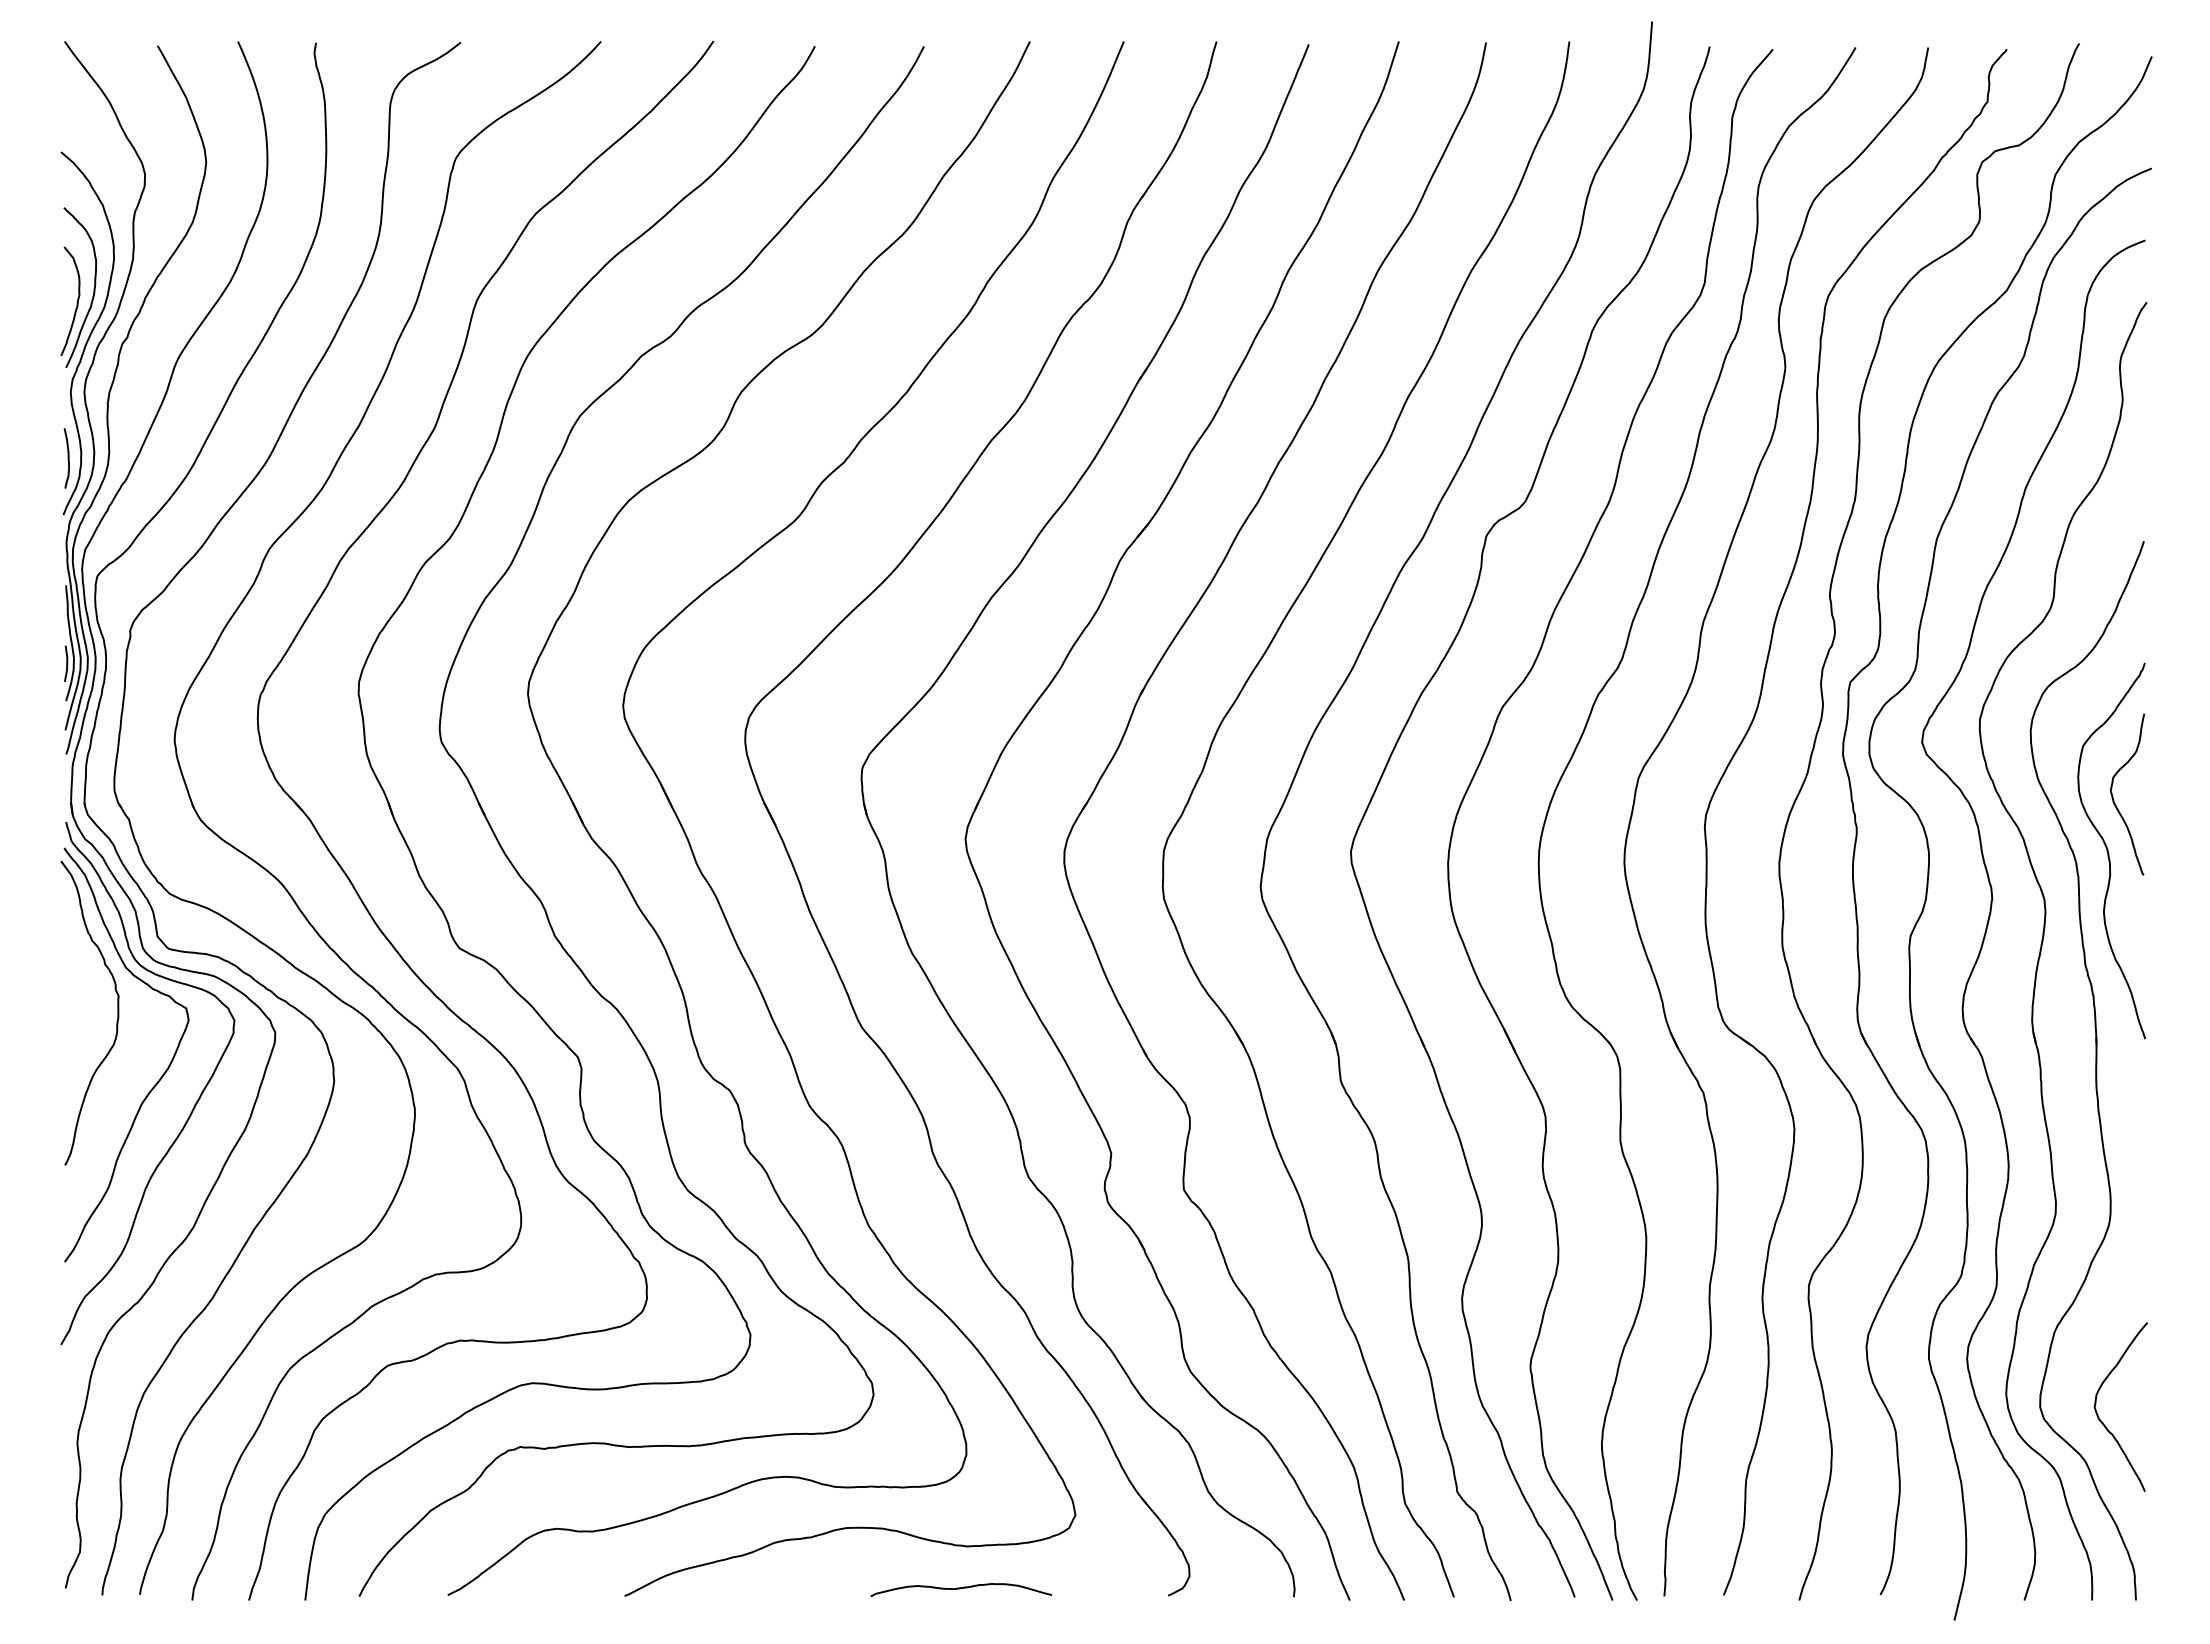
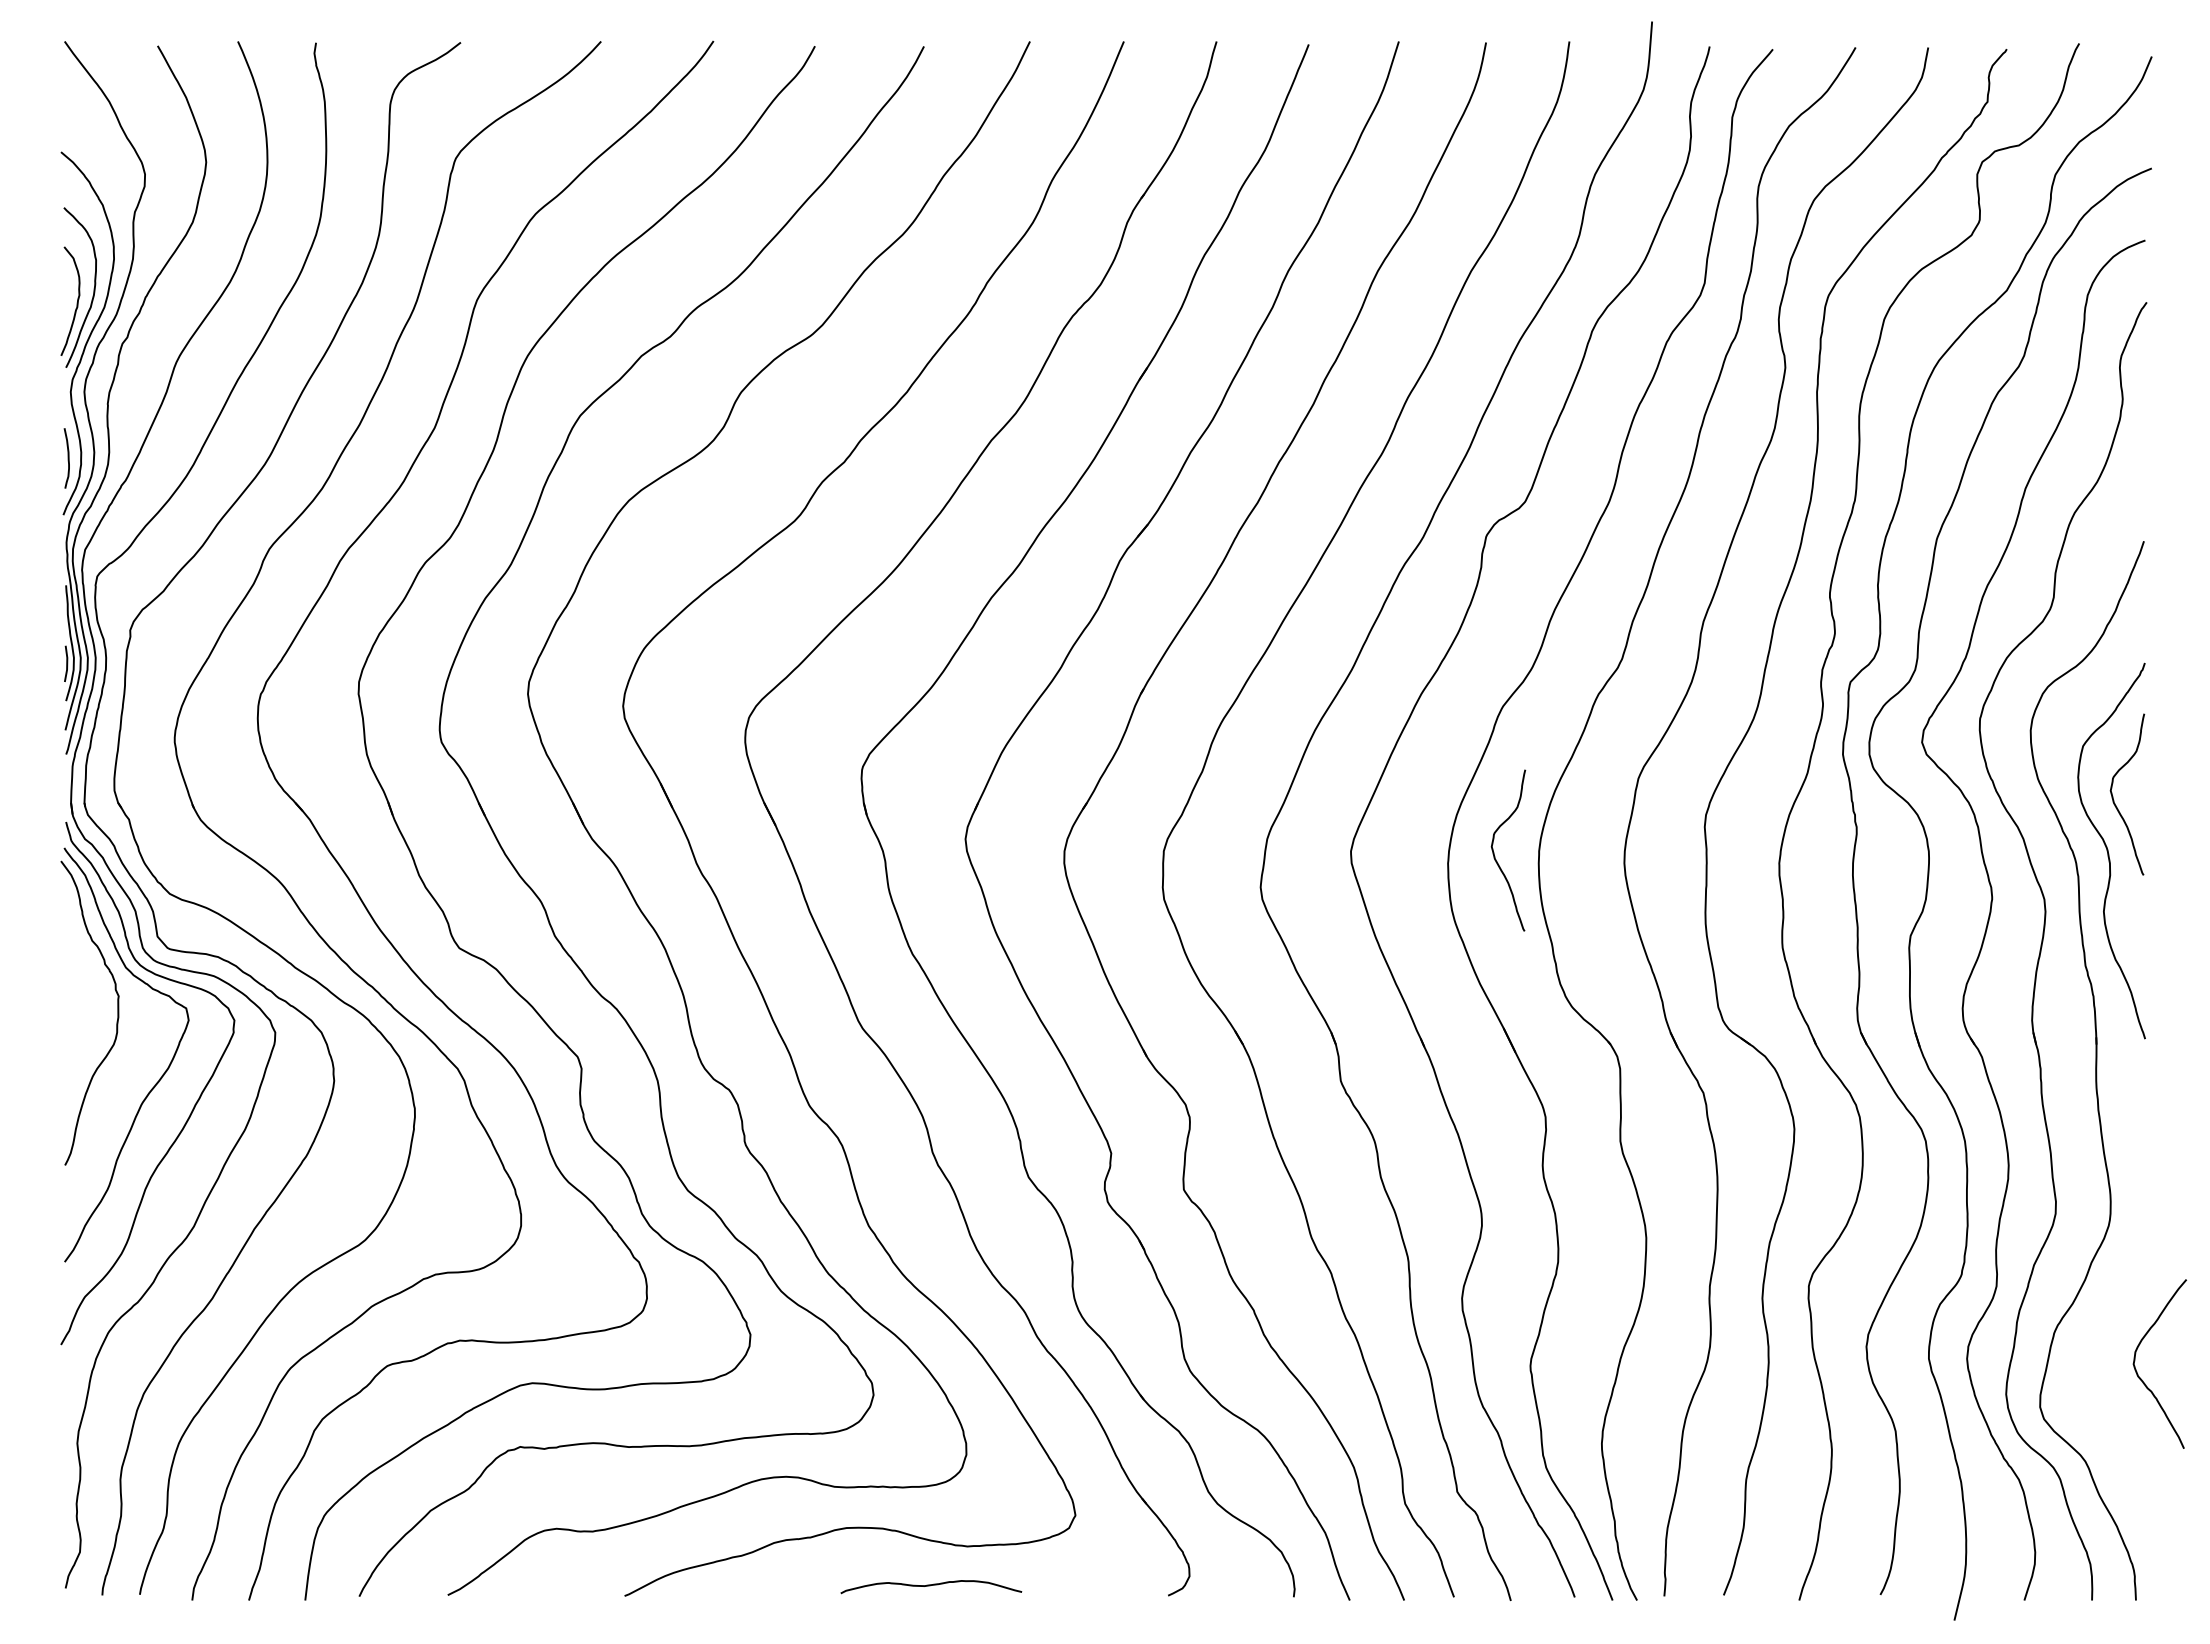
curve at (1494, 852): none -> present
curve at (2103, 1422) position: (2103, 1422) -> (2142, 1379)
curve at (960, 1589) position: (960, 1589) -> (930, 1586)
